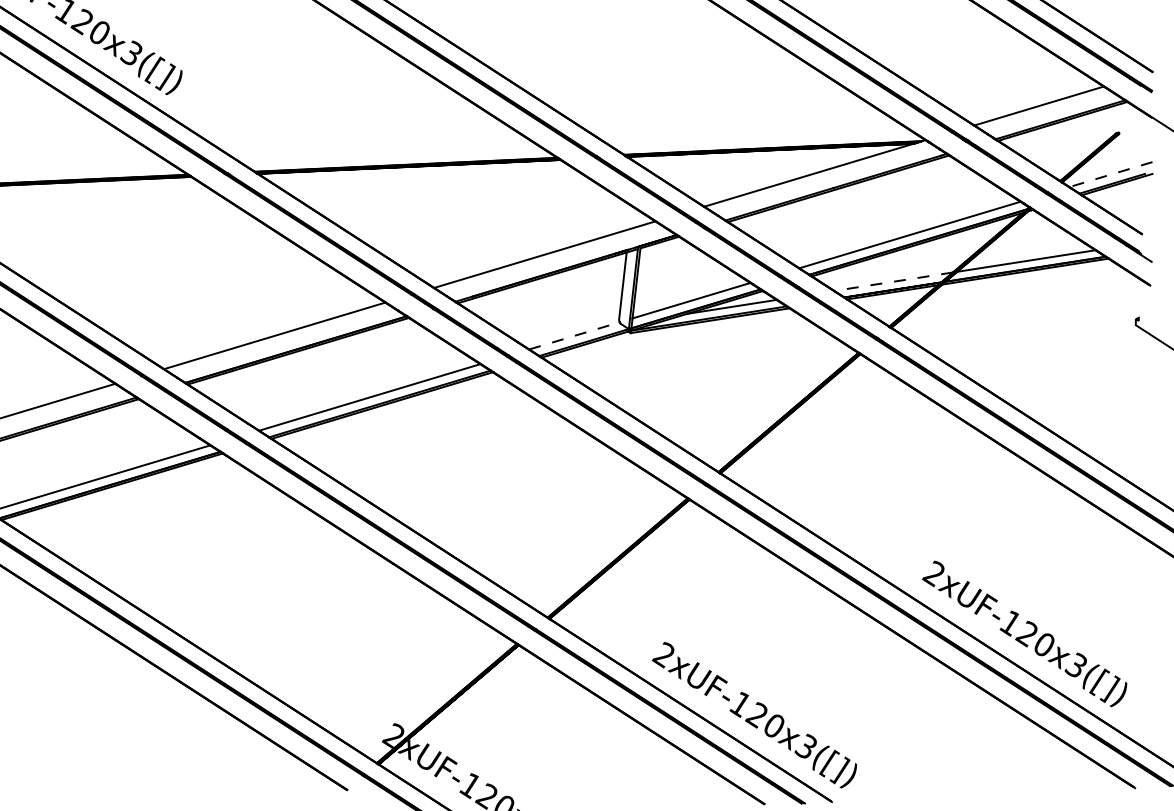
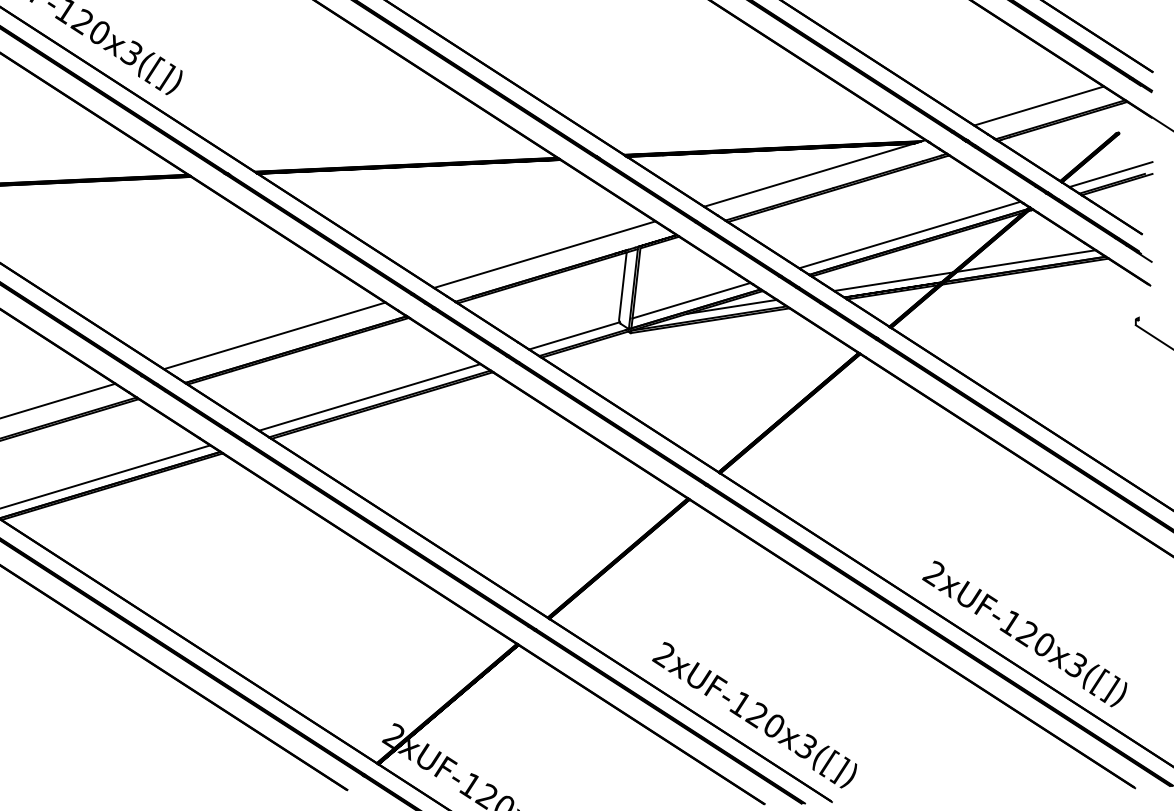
line at (1110, 174): dashed -> solid
line at (893, 281): dashed -> solid
line at (573, 336): dashed -> solid
